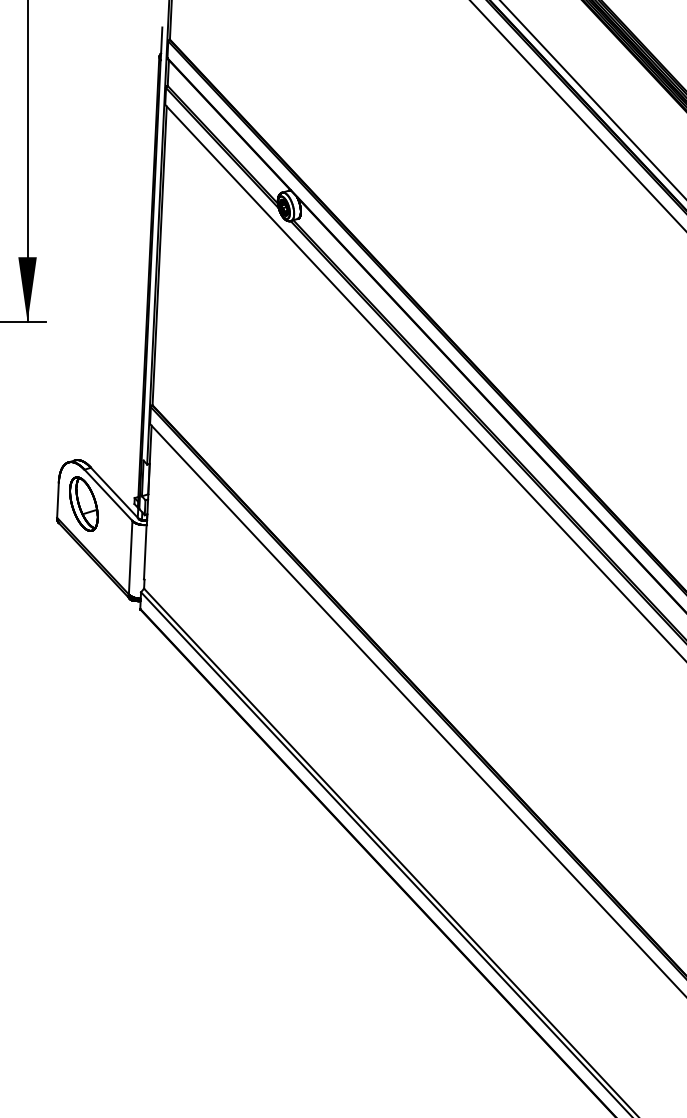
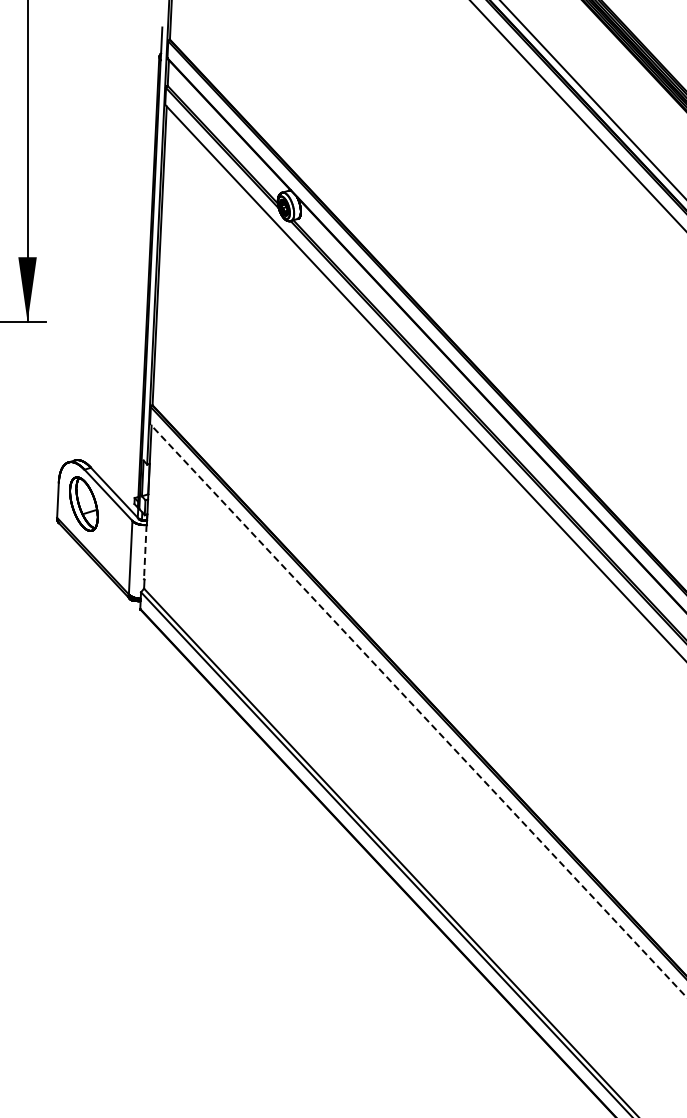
line at (145, 552): solid -> dashed
line at (418, 710): solid -> dashed
